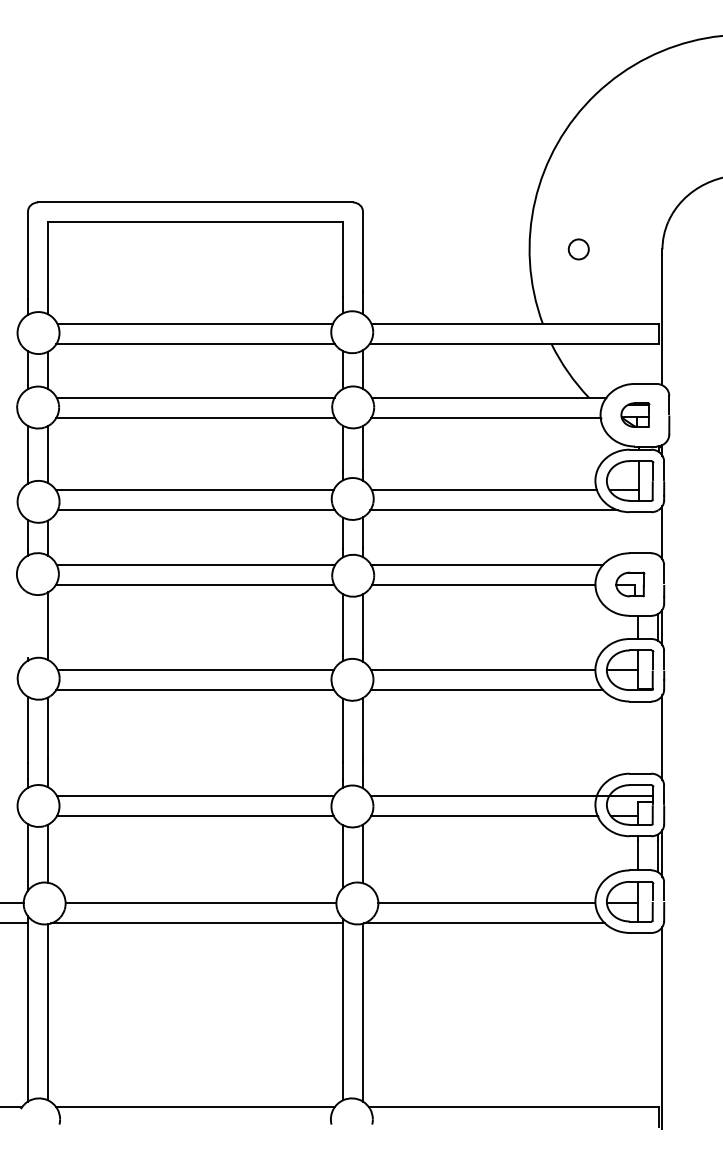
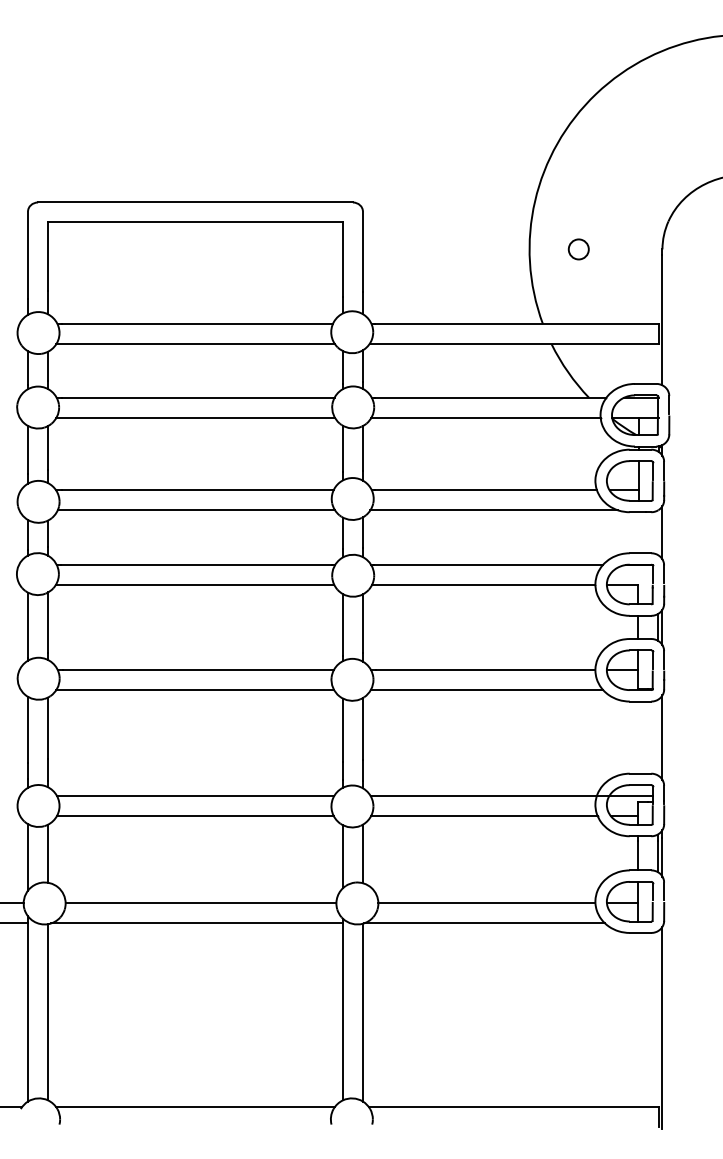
part at (635, 414) size: 31x26 px -> 49x42 px
part at (630, 584) size: 31x27 px -> 49x43 px
line at (28, 624): none -> present
